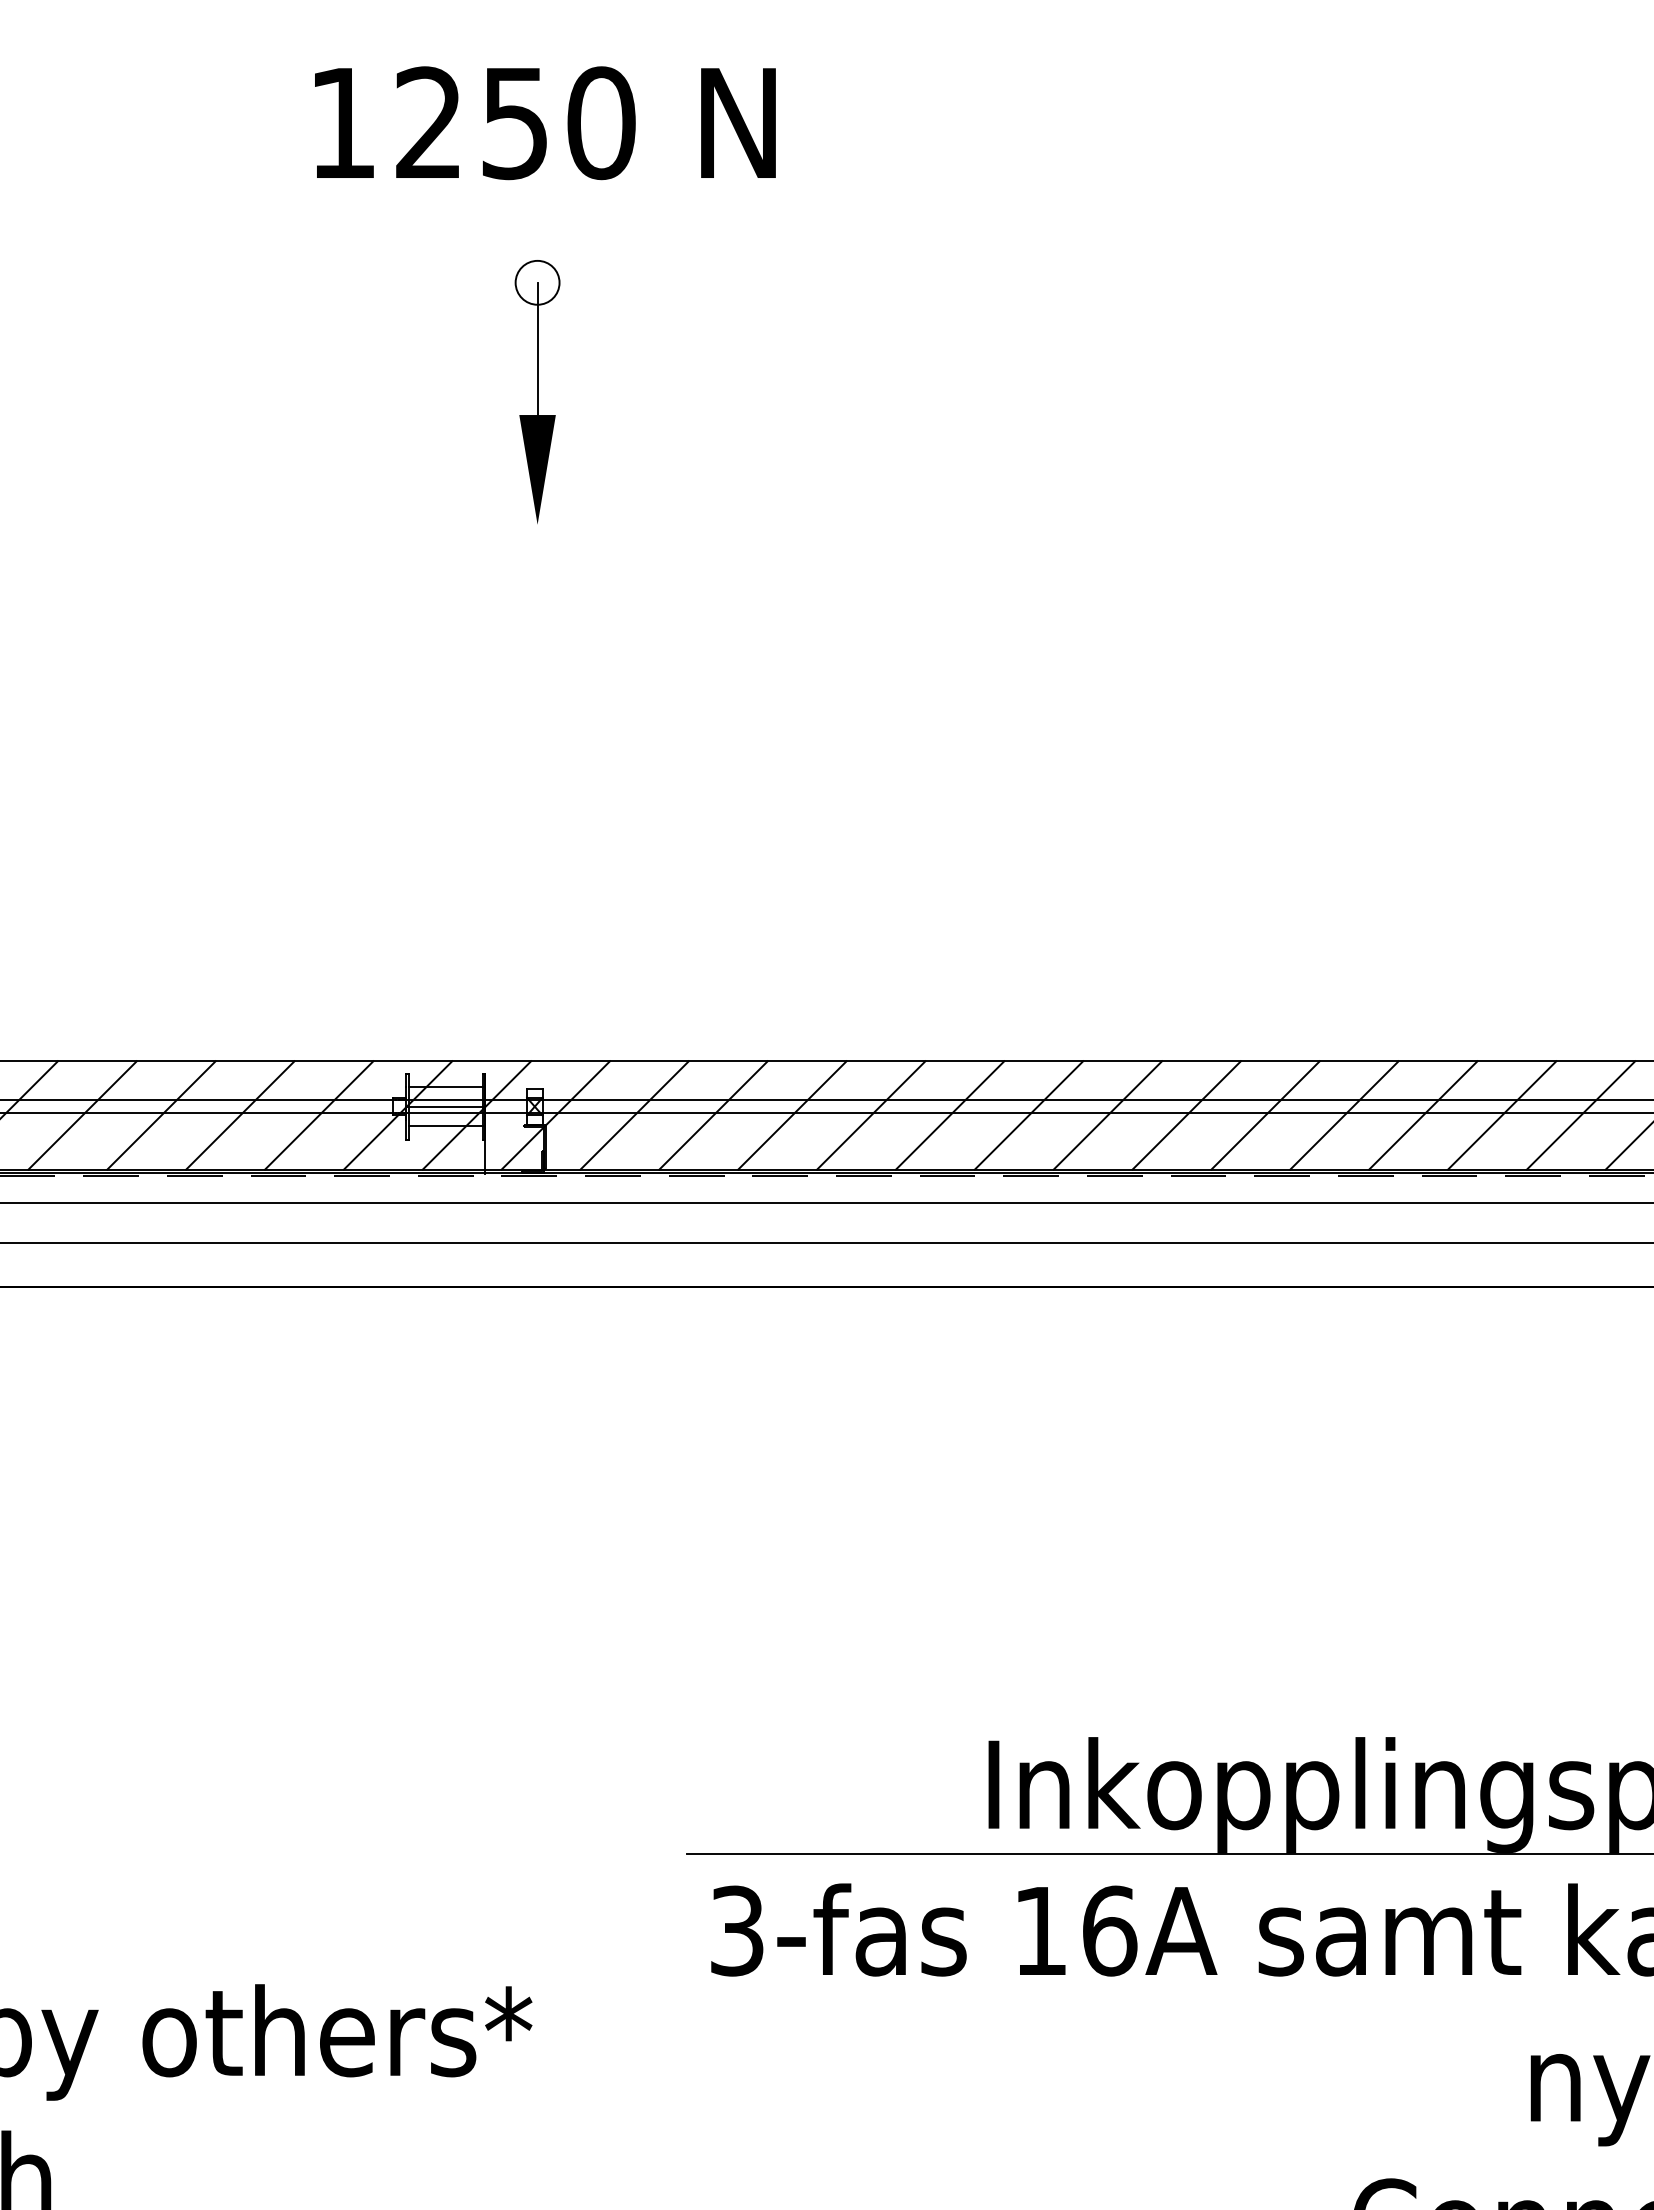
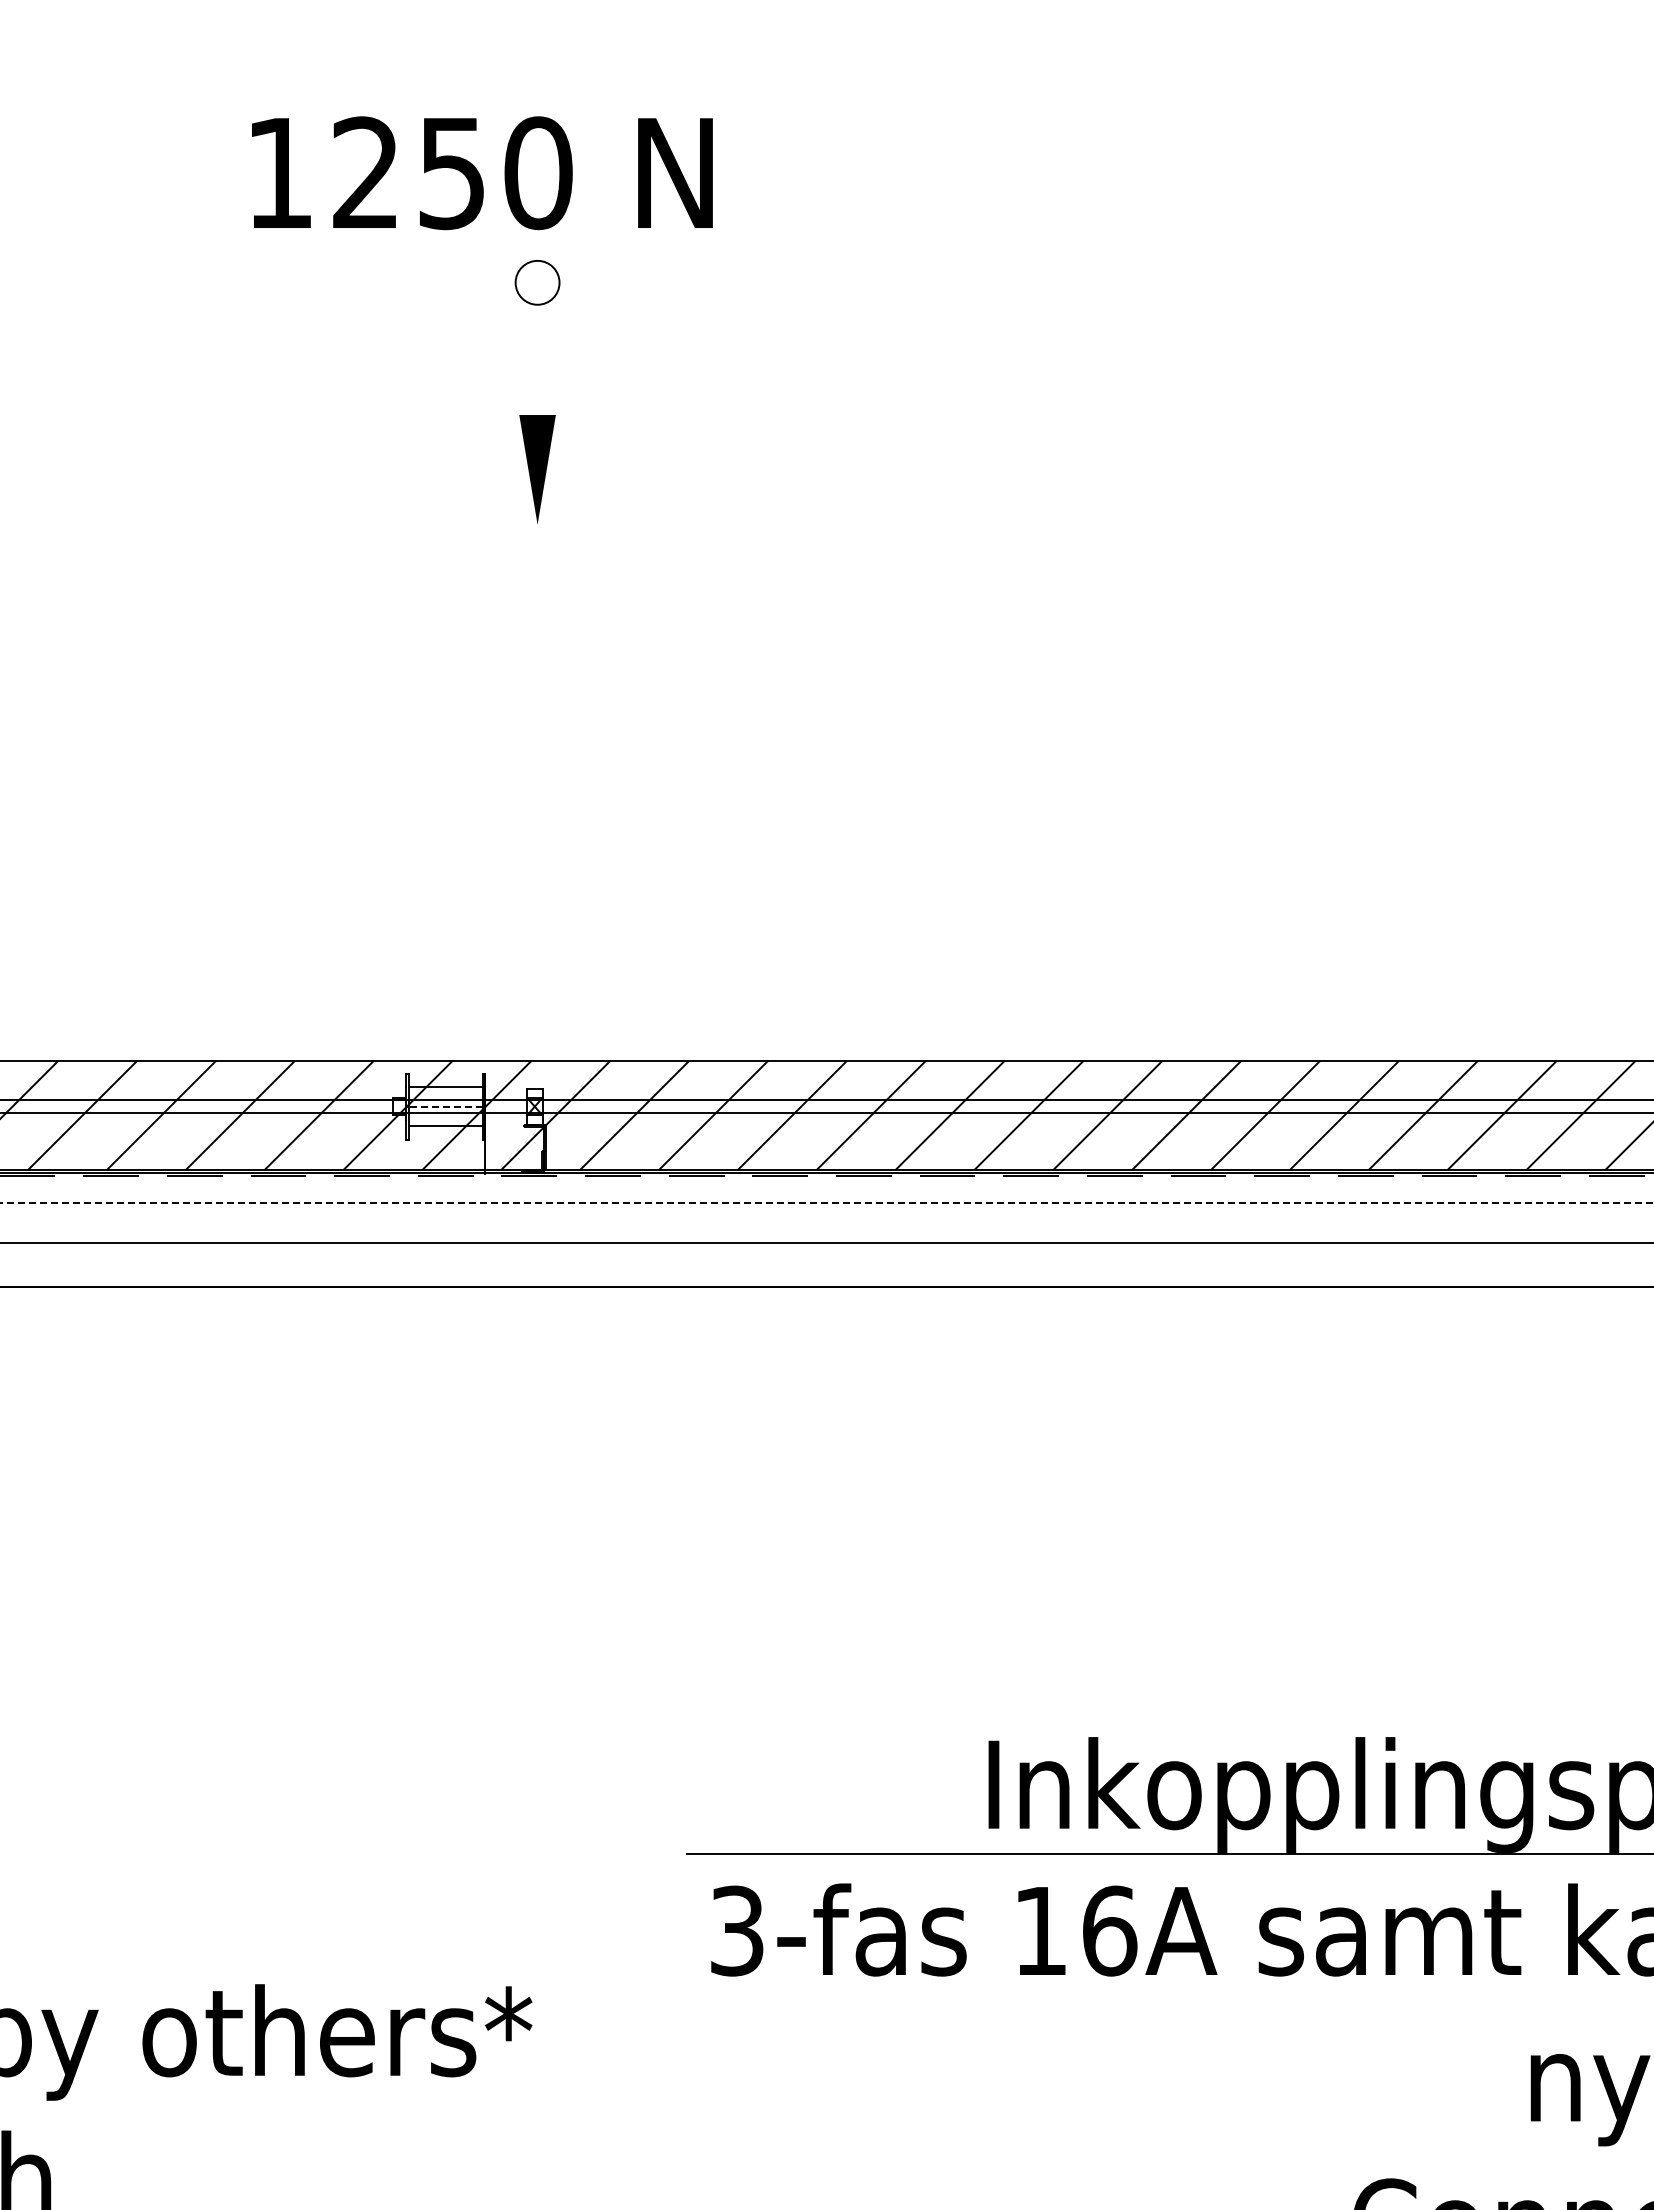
text at (545, 123) position: (545, 123) -> (482, 173)
line at (537, 348): present -> none
line at (445, 1106): solid -> dashed
line at (827, 1203): solid -> dashed
